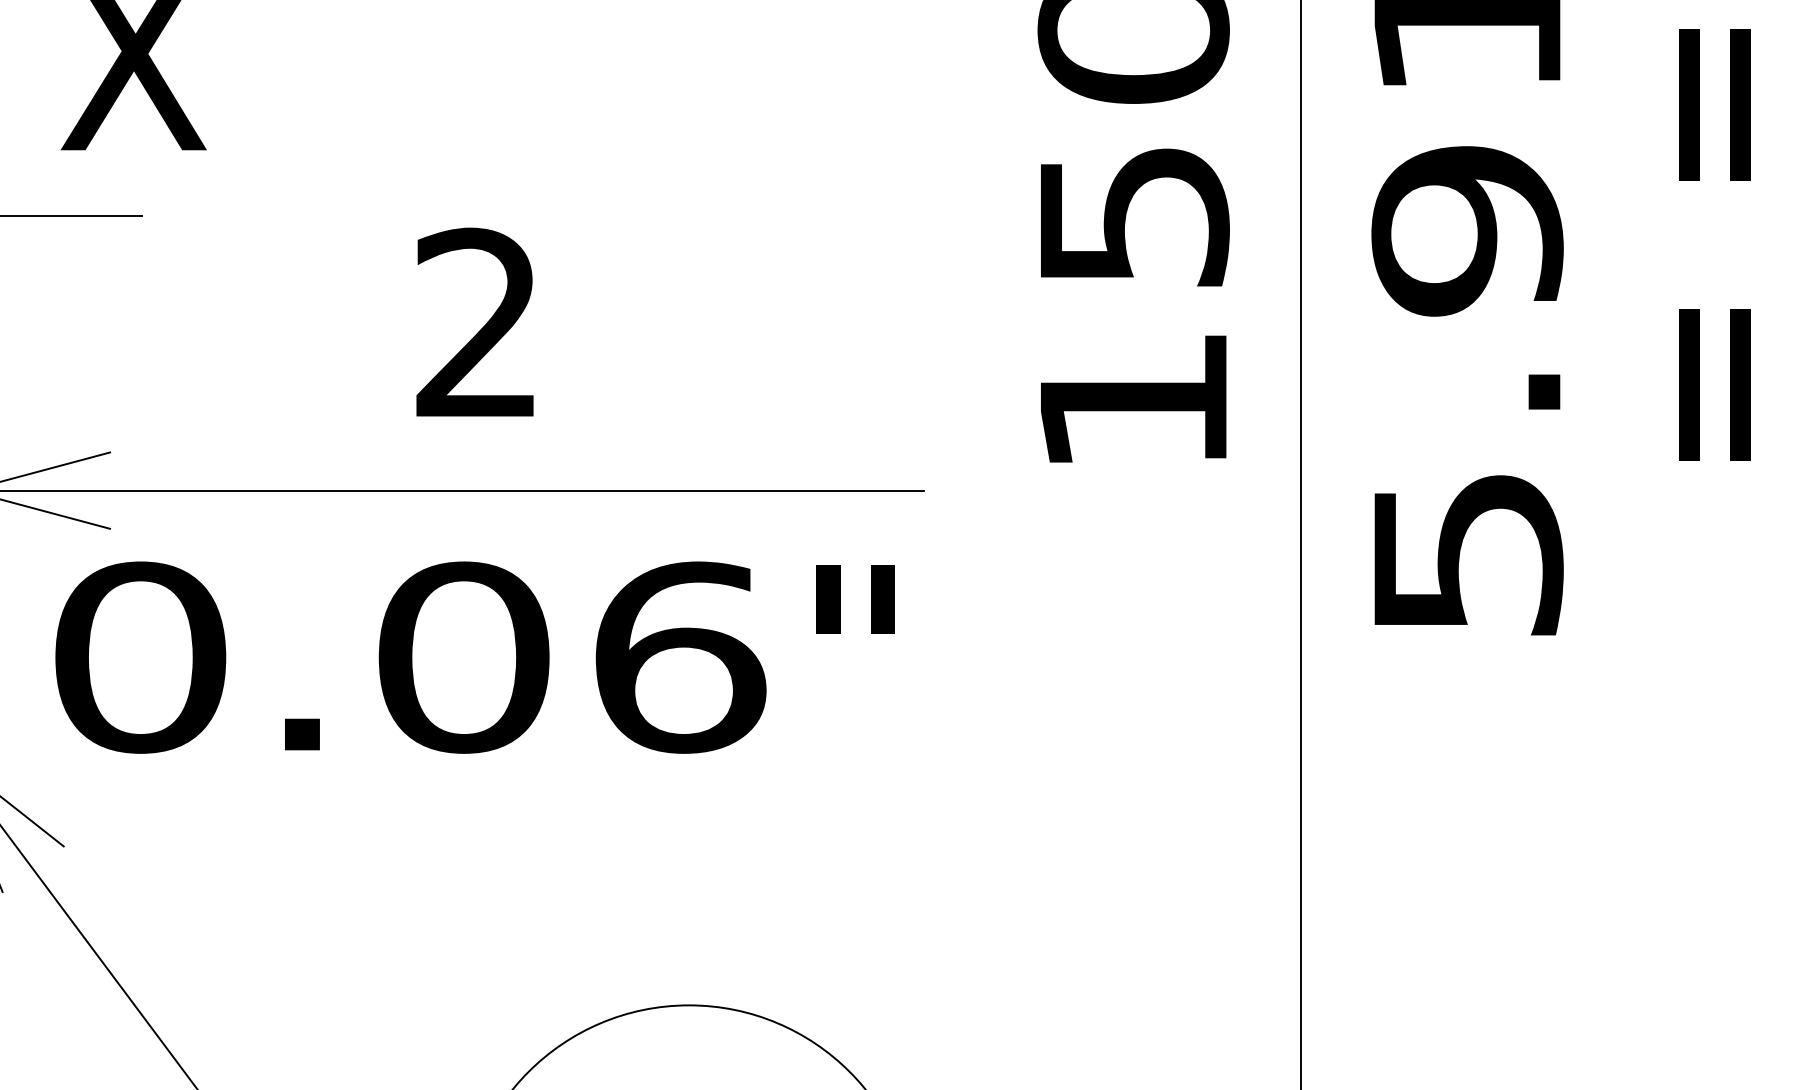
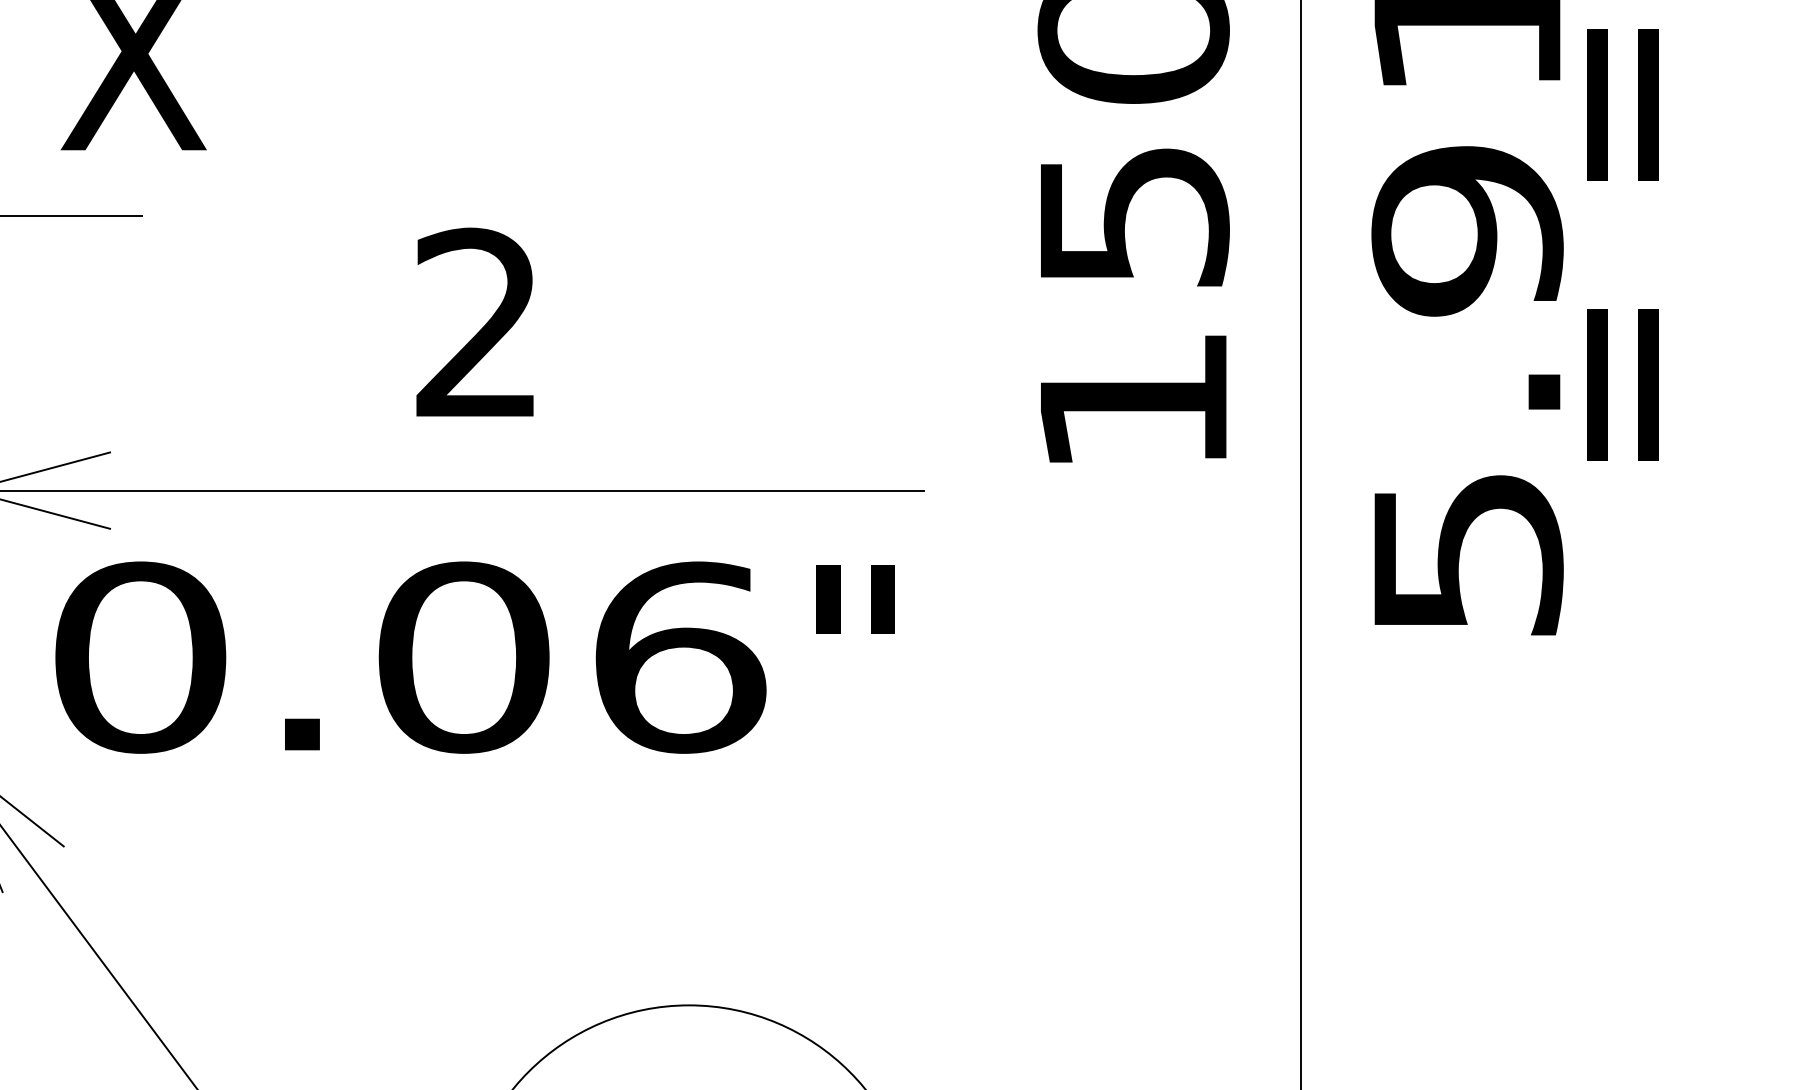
text at (1714, 244) position: (1714, 244) -> (1622, 244)
